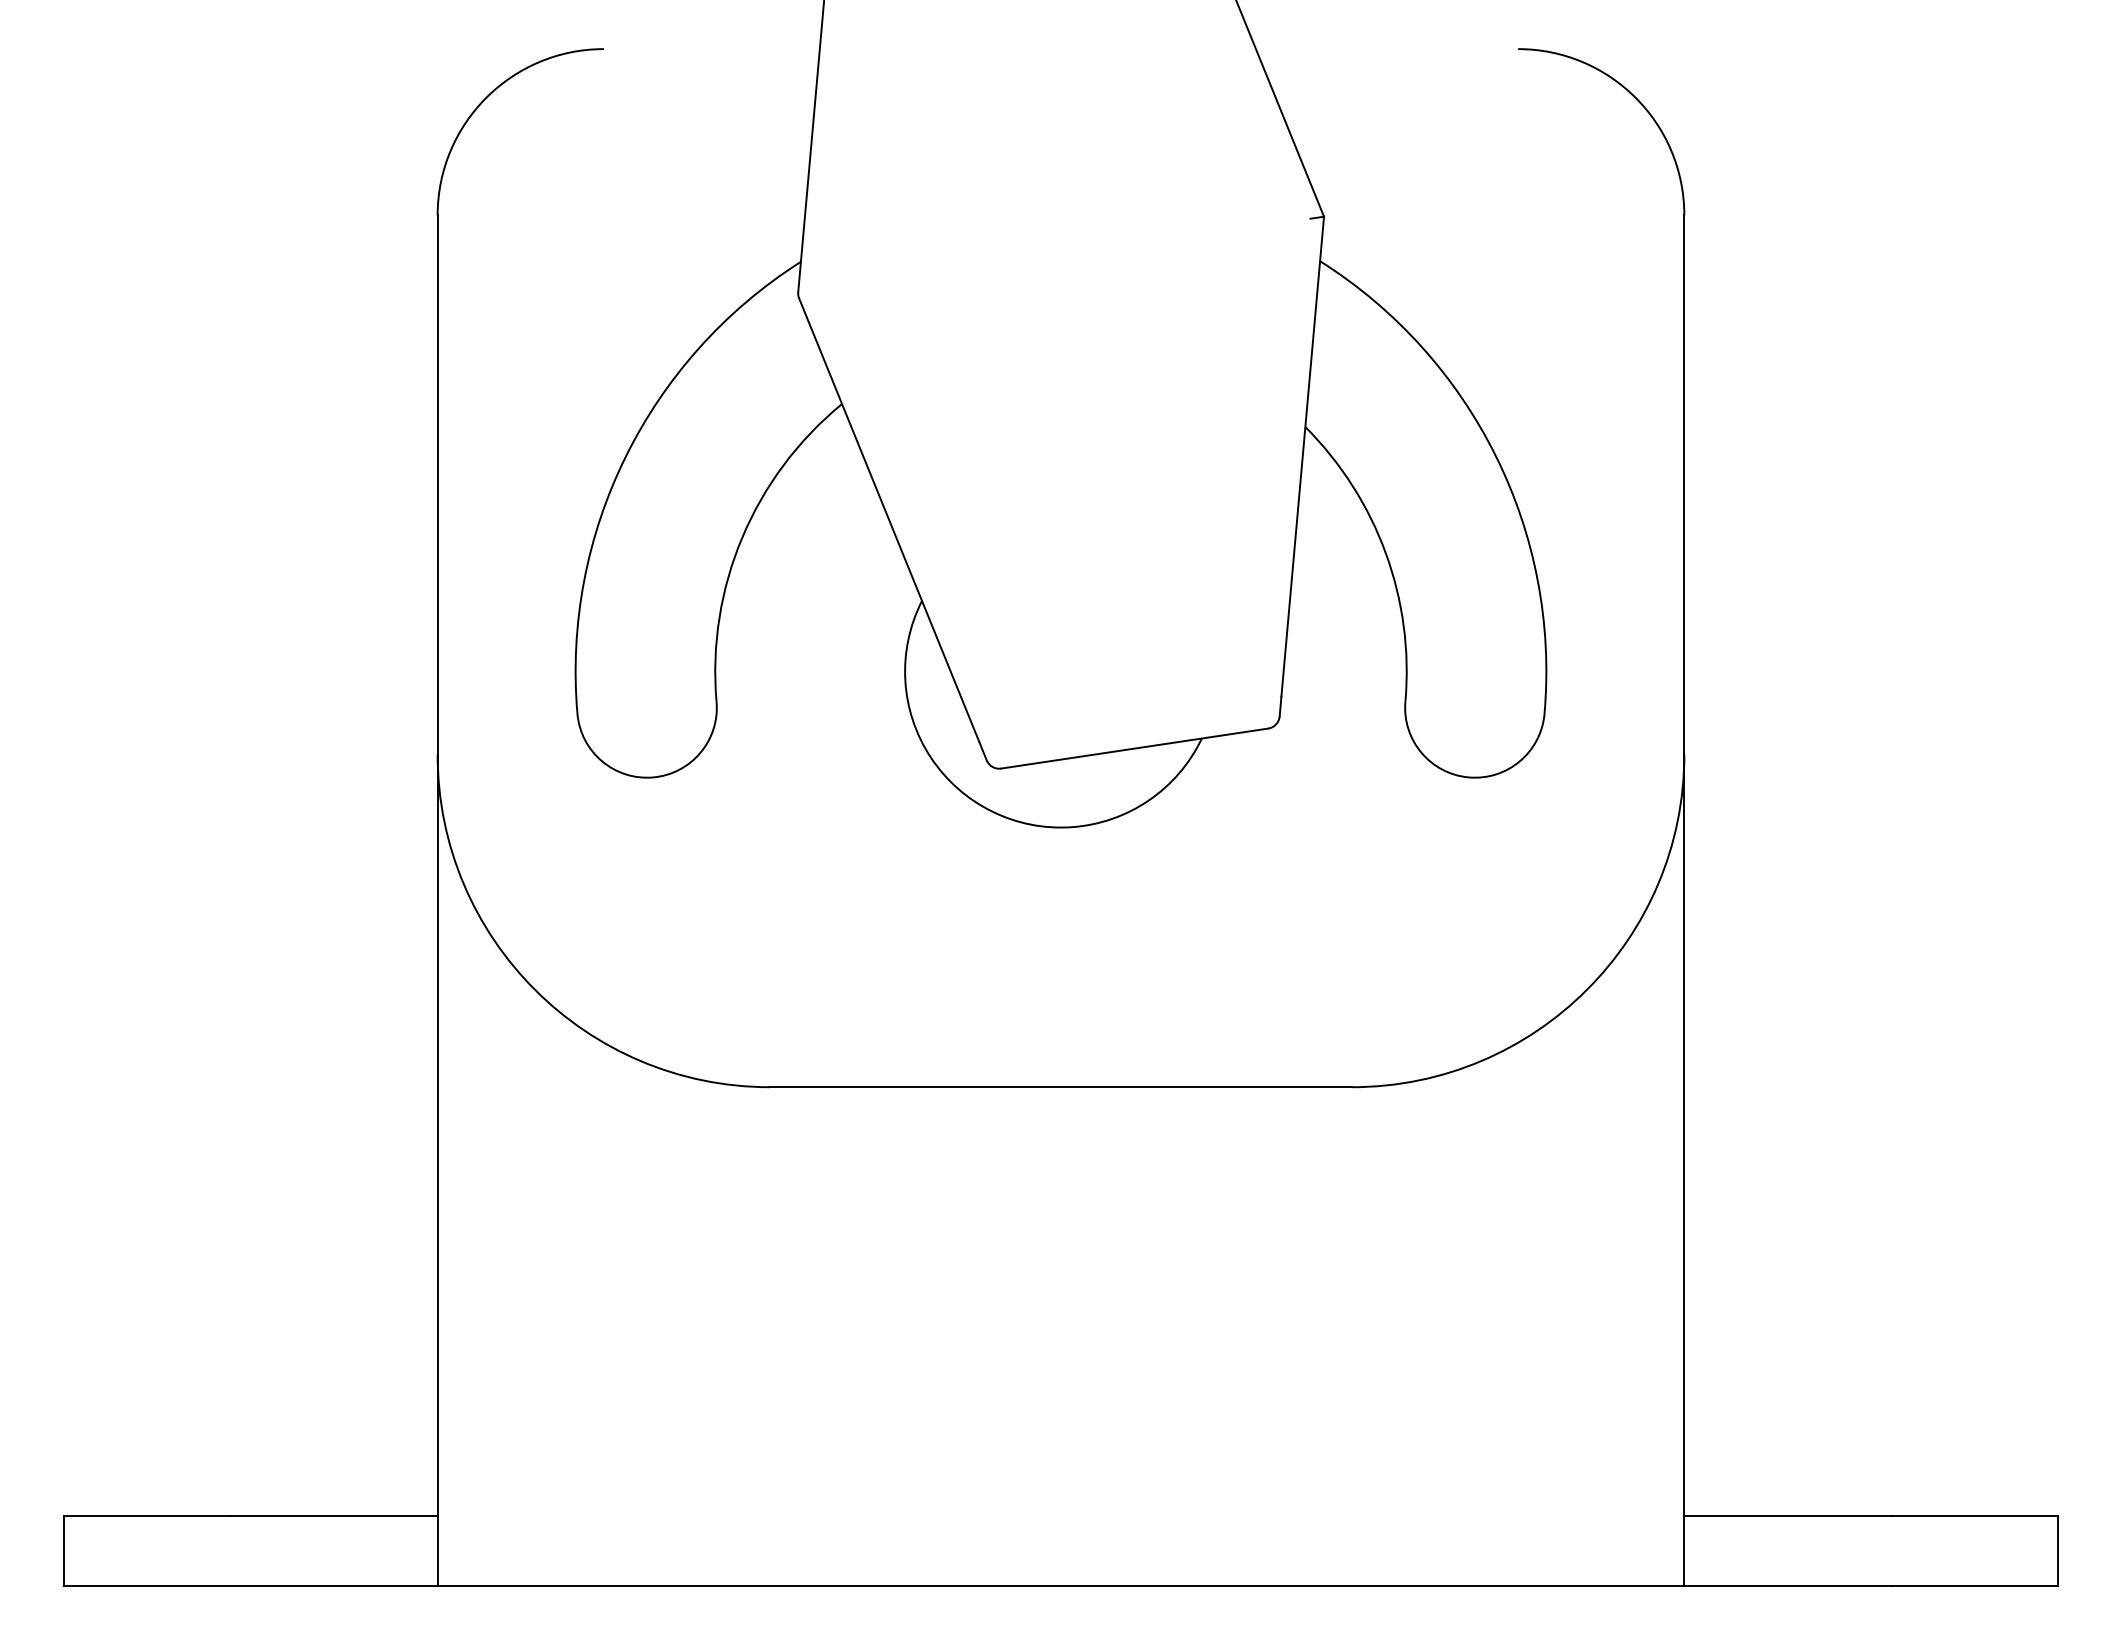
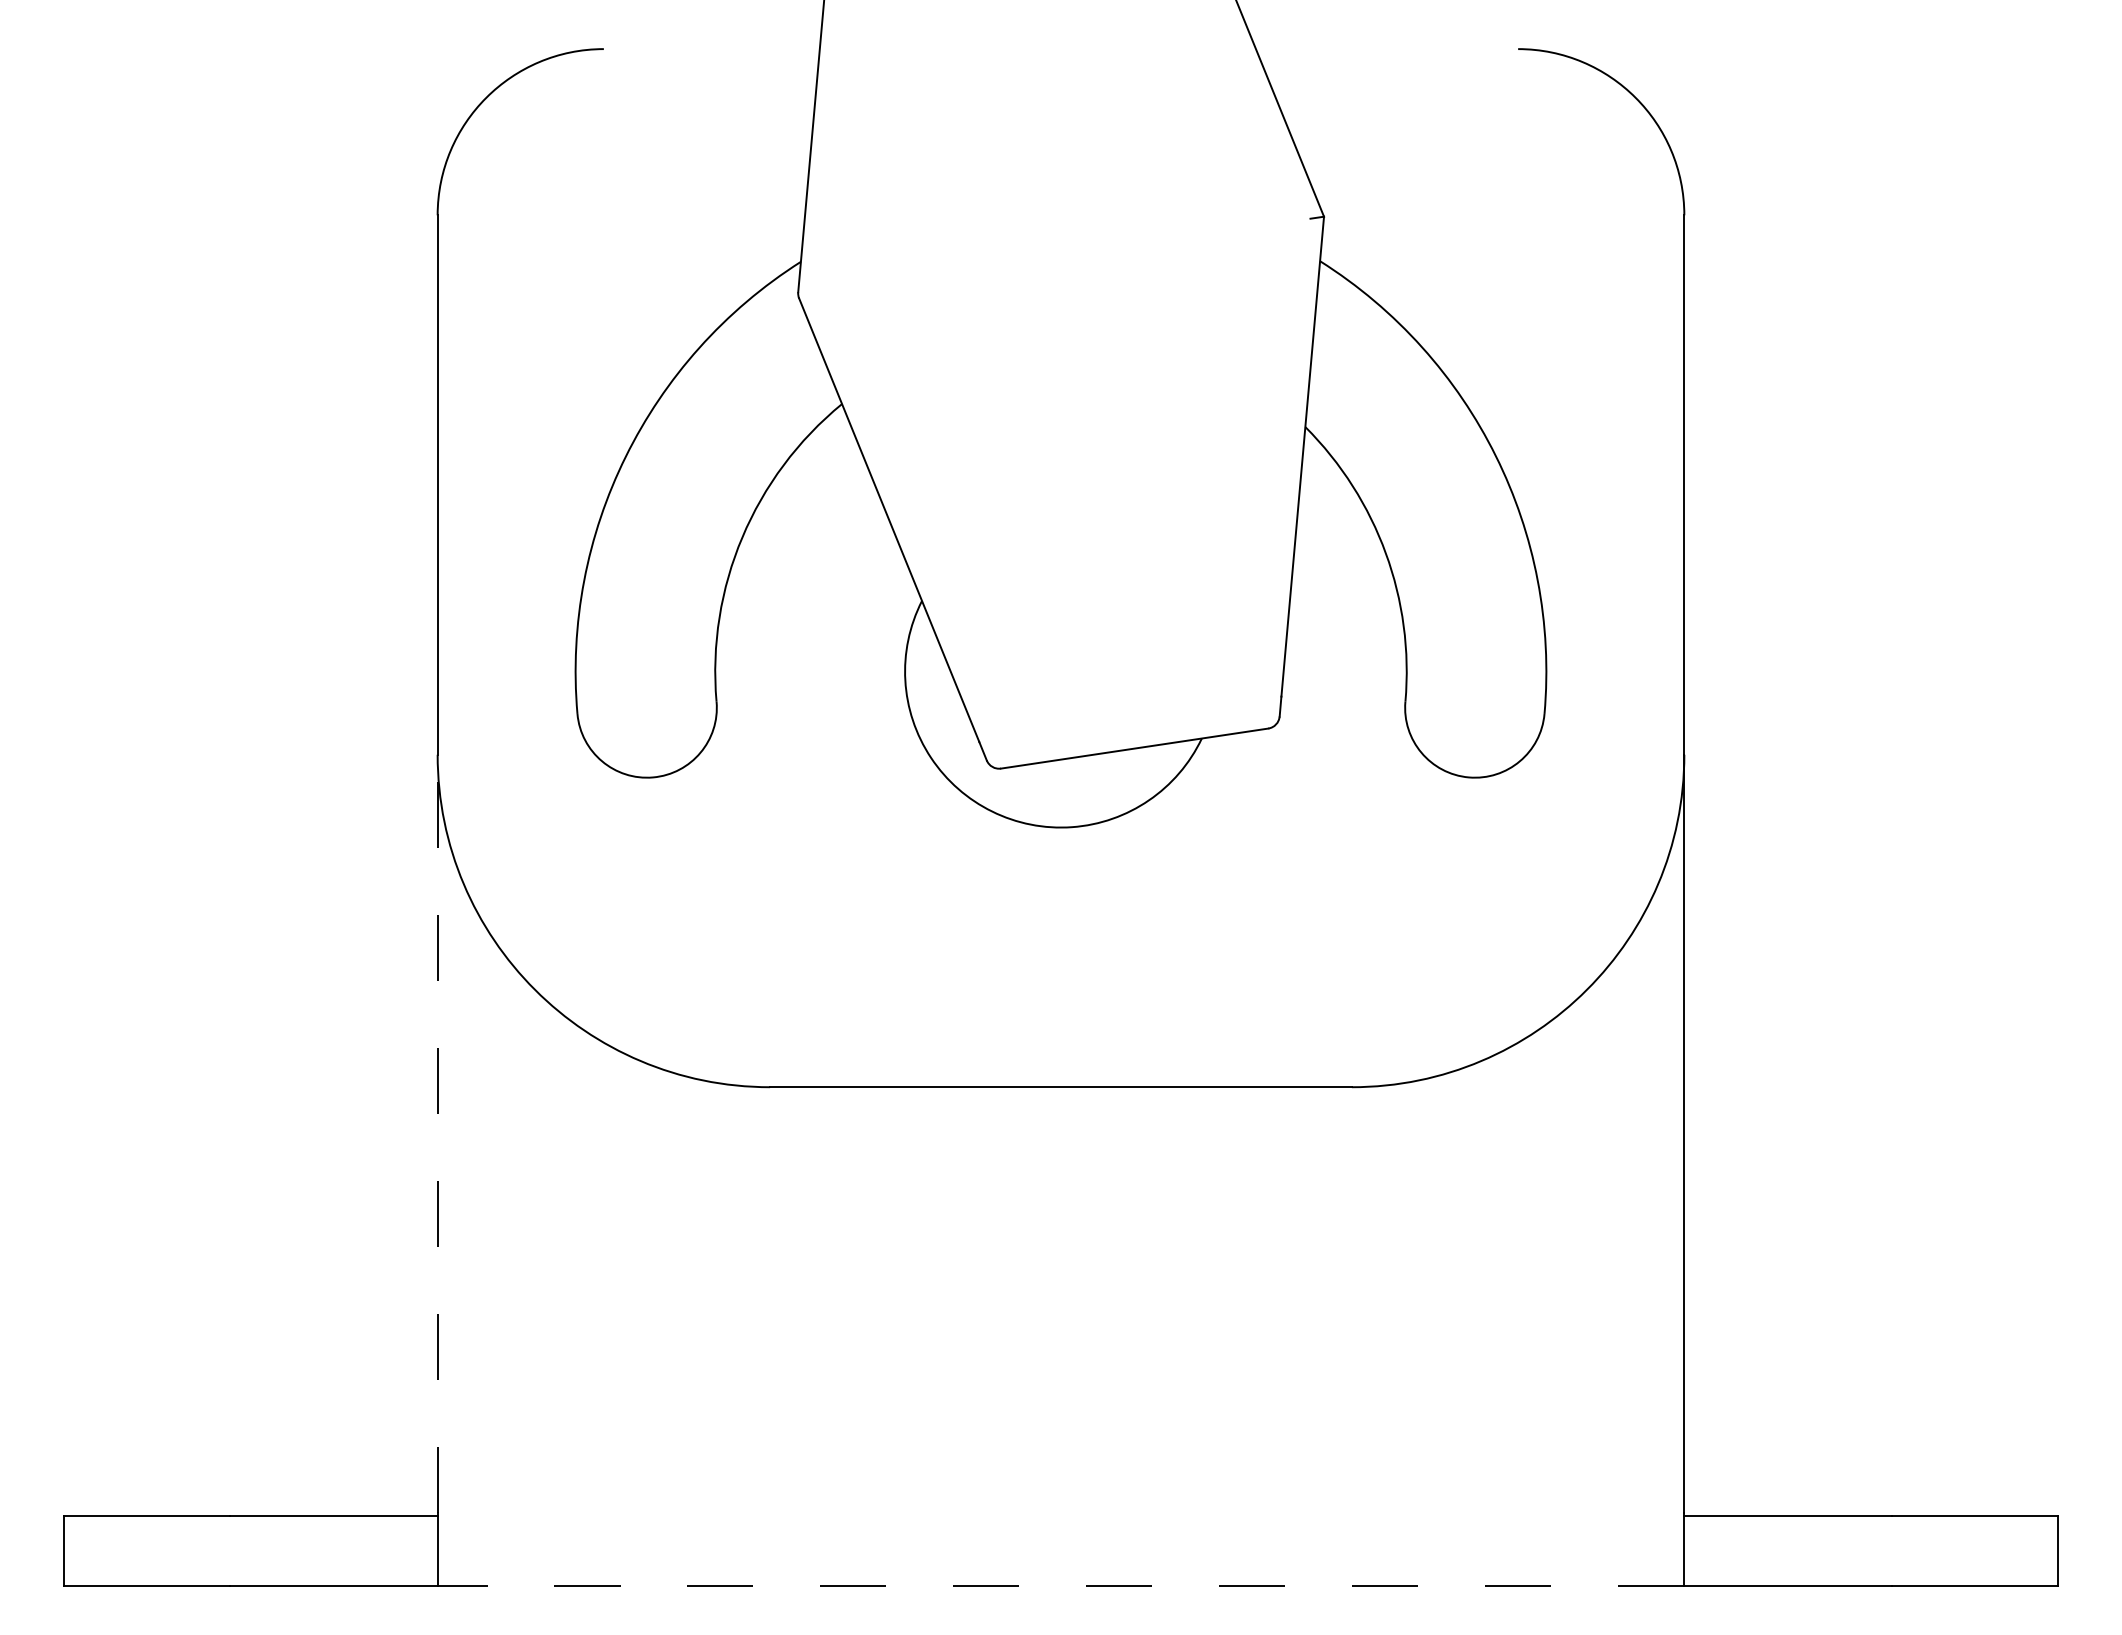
line at (437, 1133): solid -> dashed
line at (1060, 1585): solid -> dashed
